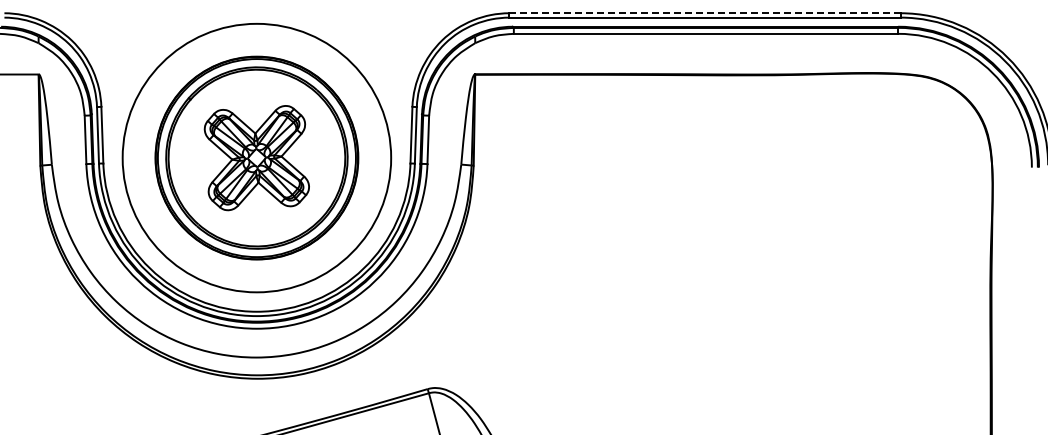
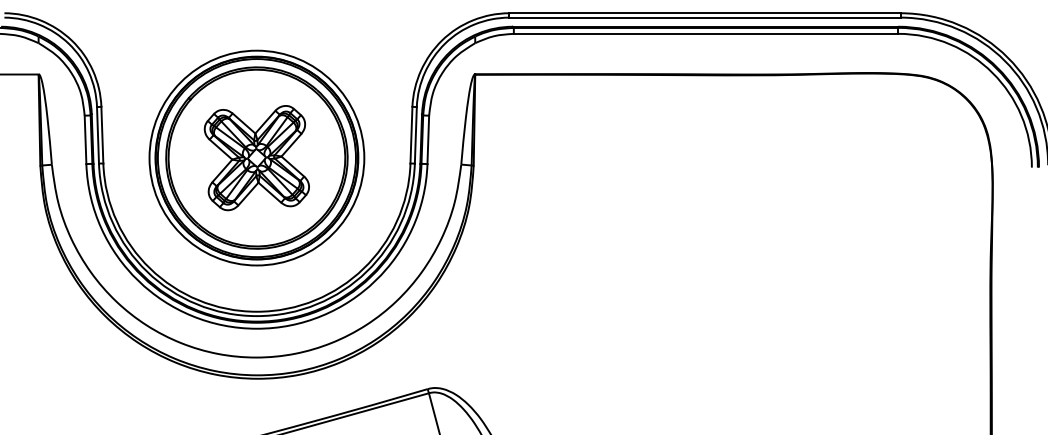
line at (704, 13): dashed -> solid
circle at (256, 157) diameter: 268 px -> 215 px
